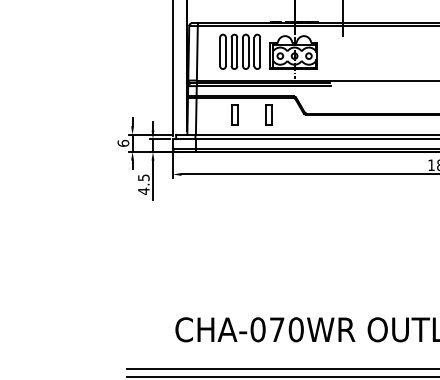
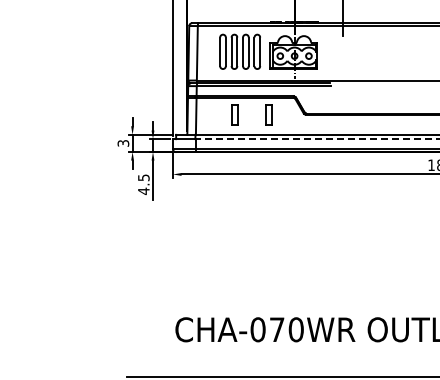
line at (317, 139): solid -> dashed
text at (123, 142): 6 -> 3
line at (281, 369): present -> none
